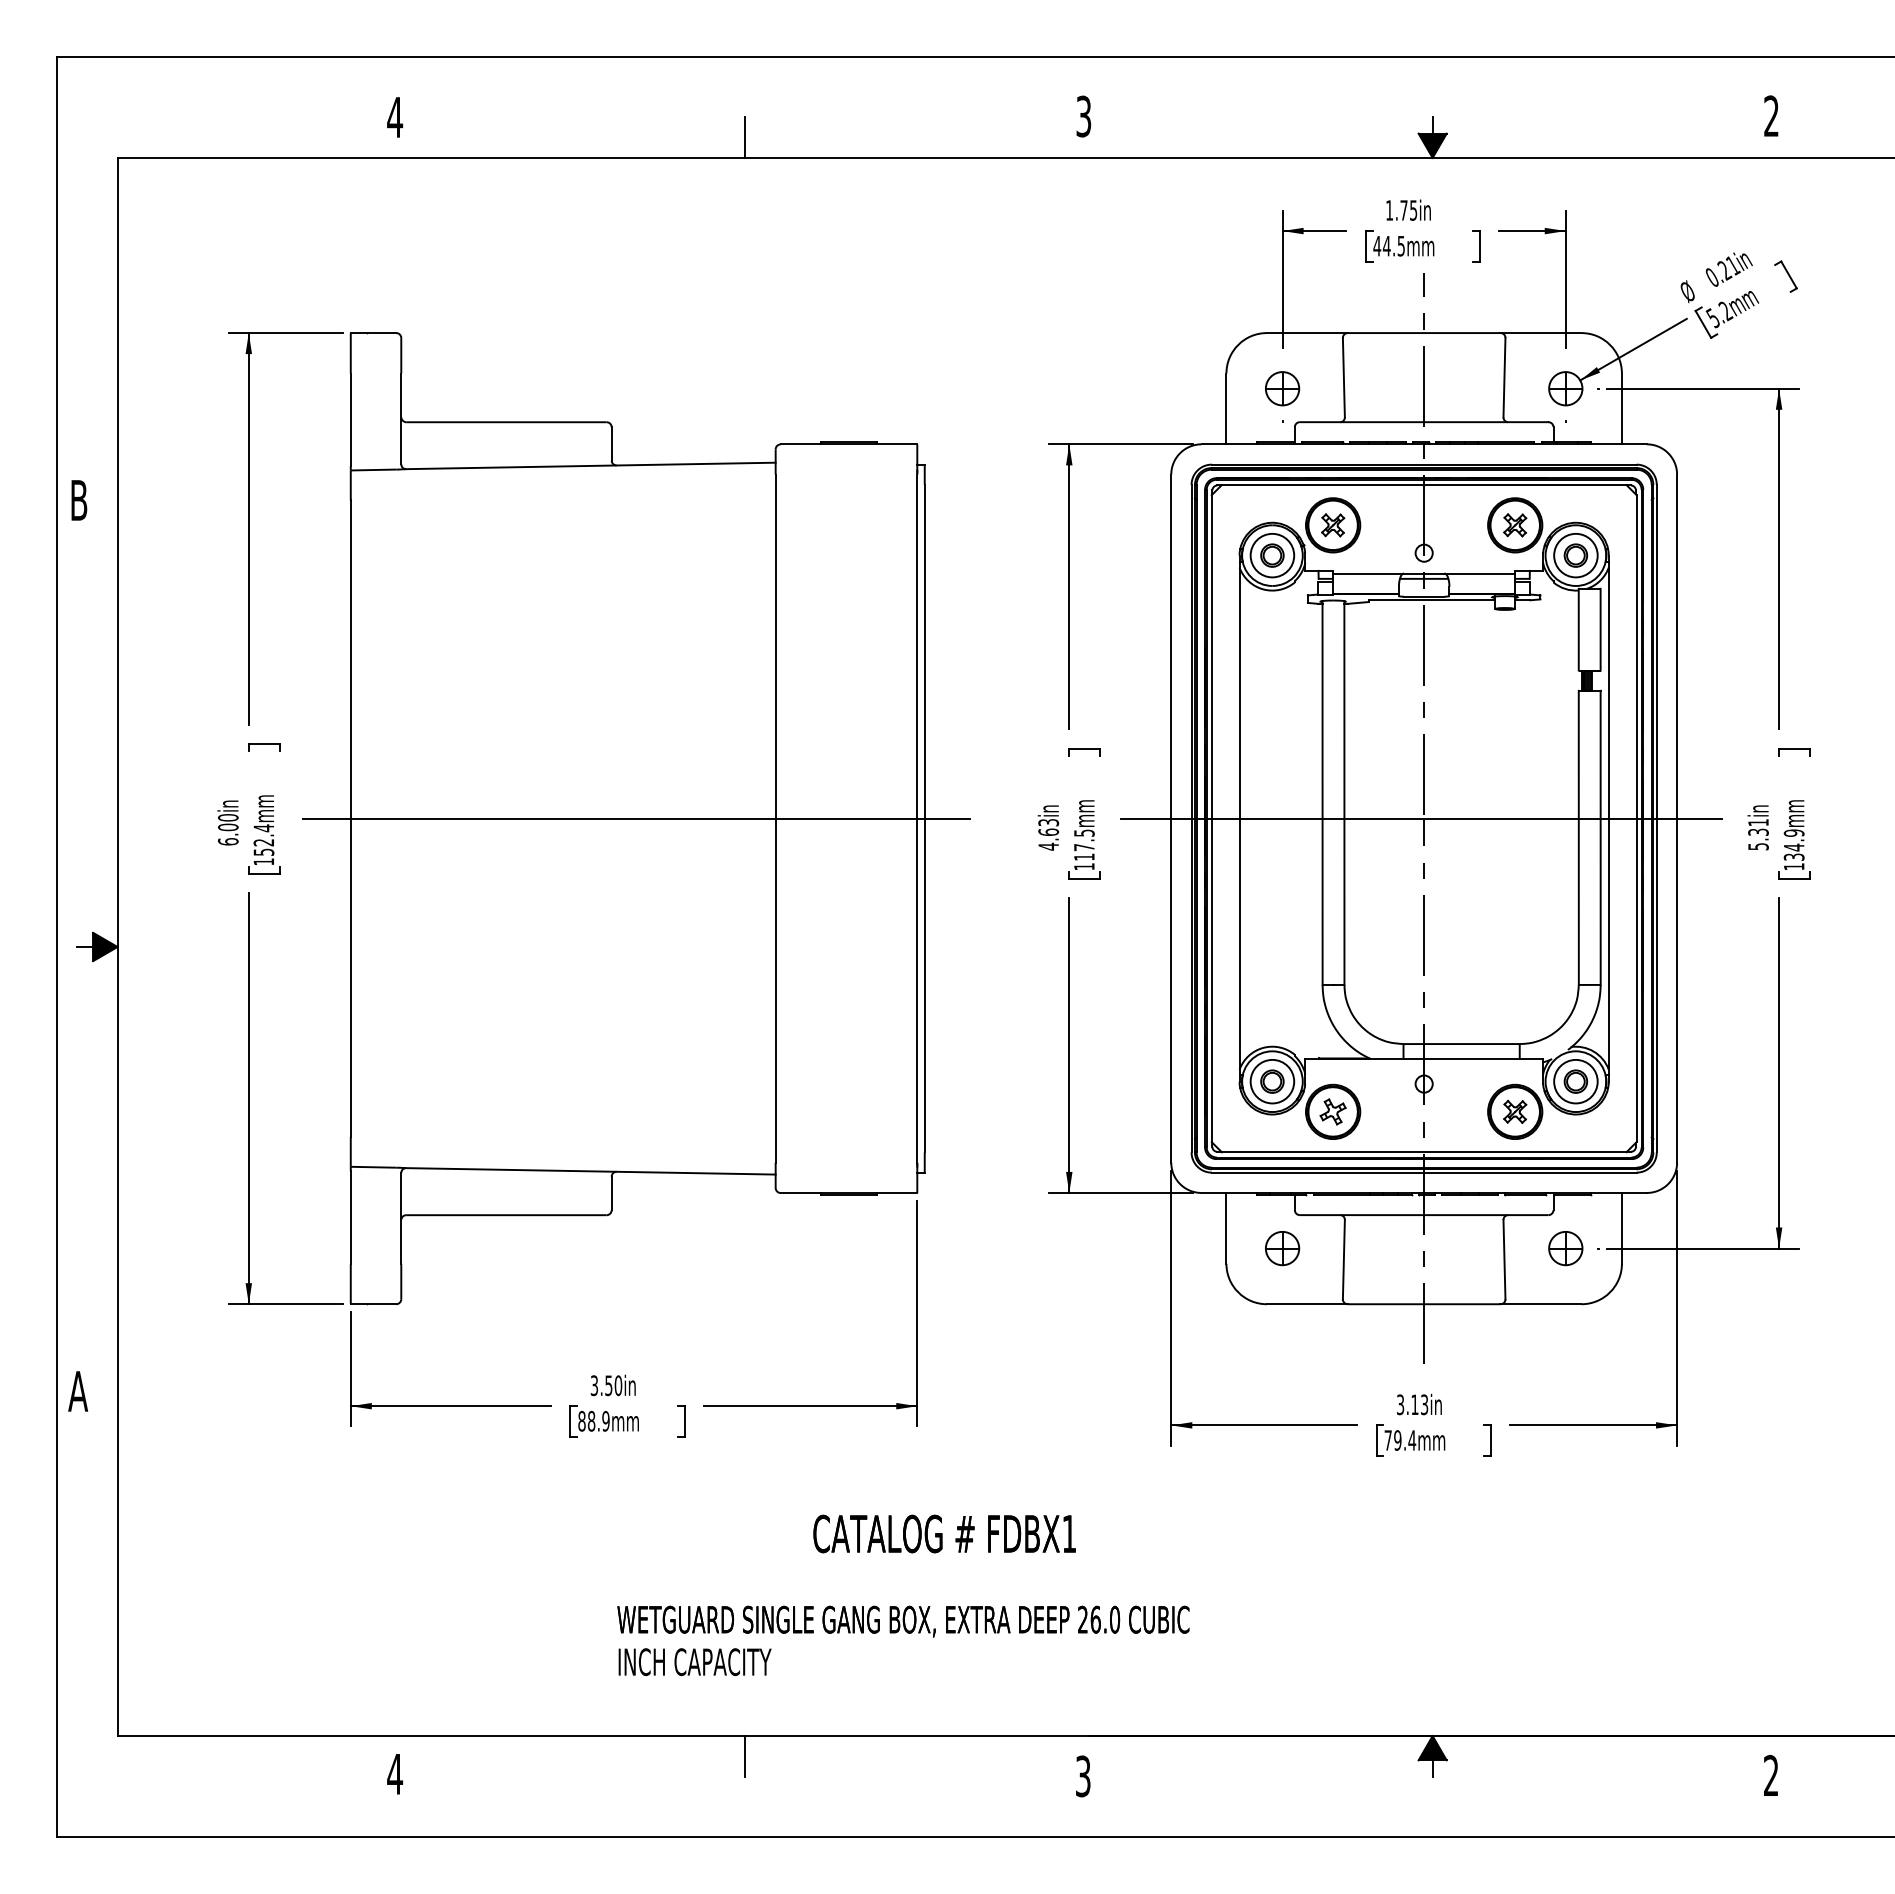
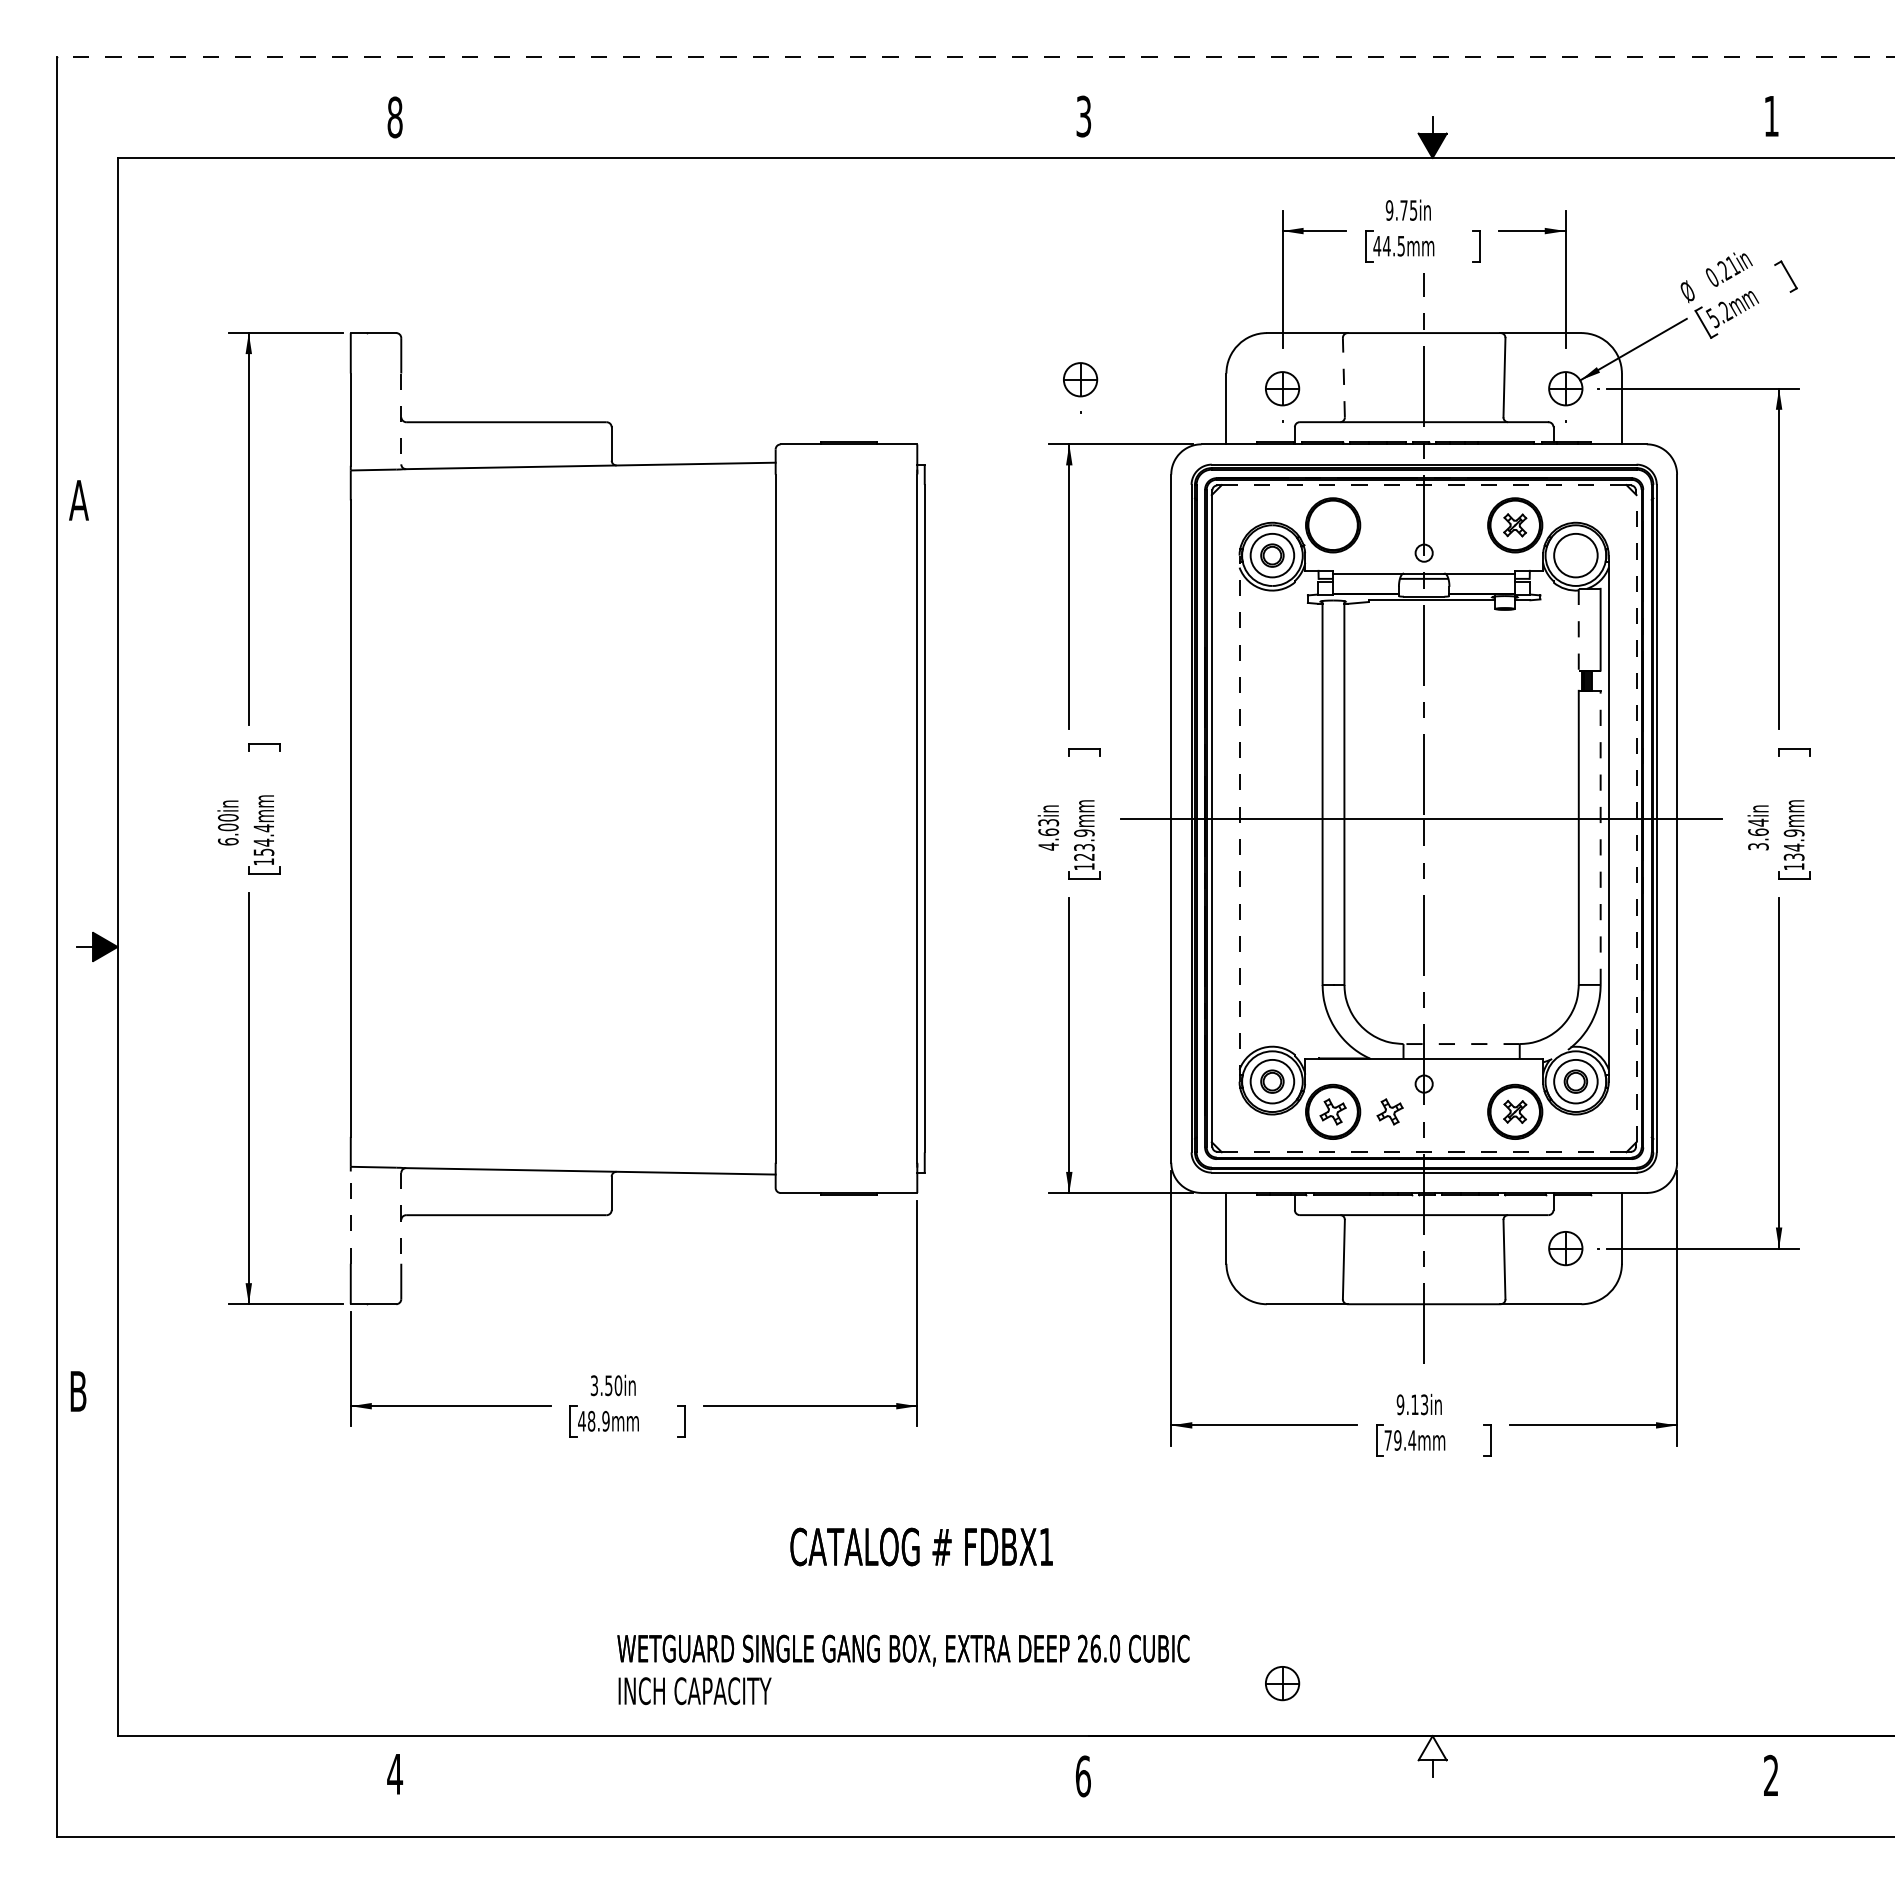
line at (975, 56): solid -> dashed
text at (1771, 115): 2 -> 1
text at (395, 117): 4 -> 8
line at (744, 137): present -> none
text at (1389, 210): 1.75in -> 9.75in
line at (1343, 377): solid -> dashed
part at (1080, 387): none -> present
line at (401, 419): solid -> dashed
line at (1423, 485): solid -> dashed
text at (78, 500): B -> A
part at (1333, 525): present -> none
part at (1575, 555): present -> none
line at (1578, 629): solid -> dashed
line at (636, 818): present -> none
line at (1239, 818): solid -> dashed
line at (1636, 818): solid -> dashed
text at (1758, 833): 5.31in -> 3.64in
line at (1600, 837): solid -> dashed
text at (263, 842): 152.4mm -> 154.4mm
text at (1084, 844): 117.5mm -> 123.9mm
line at (1461, 1044): solid -> dashed
part at (1389, 1111): none -> present
line at (1424, 1152): solid -> dashed
line at (350, 1217): solid -> dashed
line at (401, 1218): solid -> dashed
part at (1282, 1248) position: (1282, 1248) -> (1282, 1683)
text at (78, 1391): A -> B
text at (1400, 1404): 3.13in -> 9.13in
text at (581, 1421): 88.9mm -> 48.9mm
text at (944, 1533) position: (944, 1533) -> (921, 1546)
text at (903, 1640) position: (903, 1640) -> (903, 1669)
fill at (1432, 1748): present -> none
line at (744, 1756): present -> none
text at (1082, 1776): 3 -> 6
